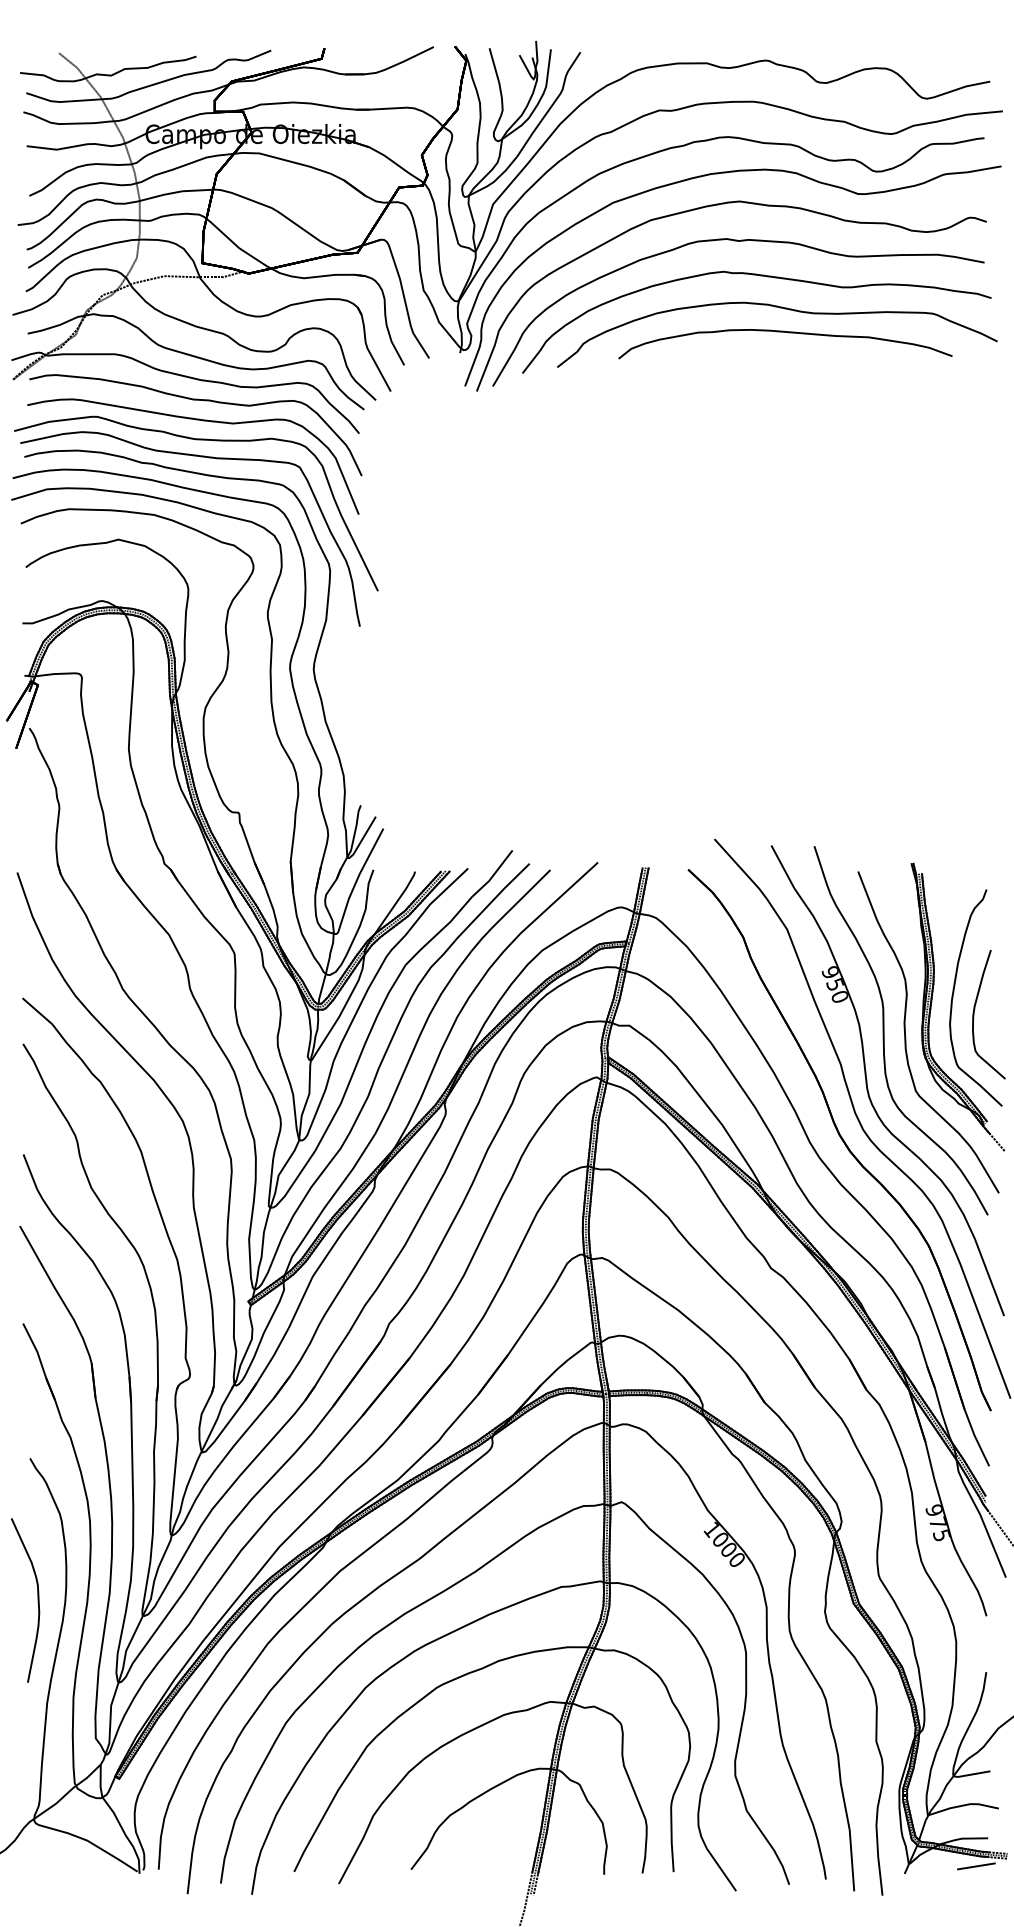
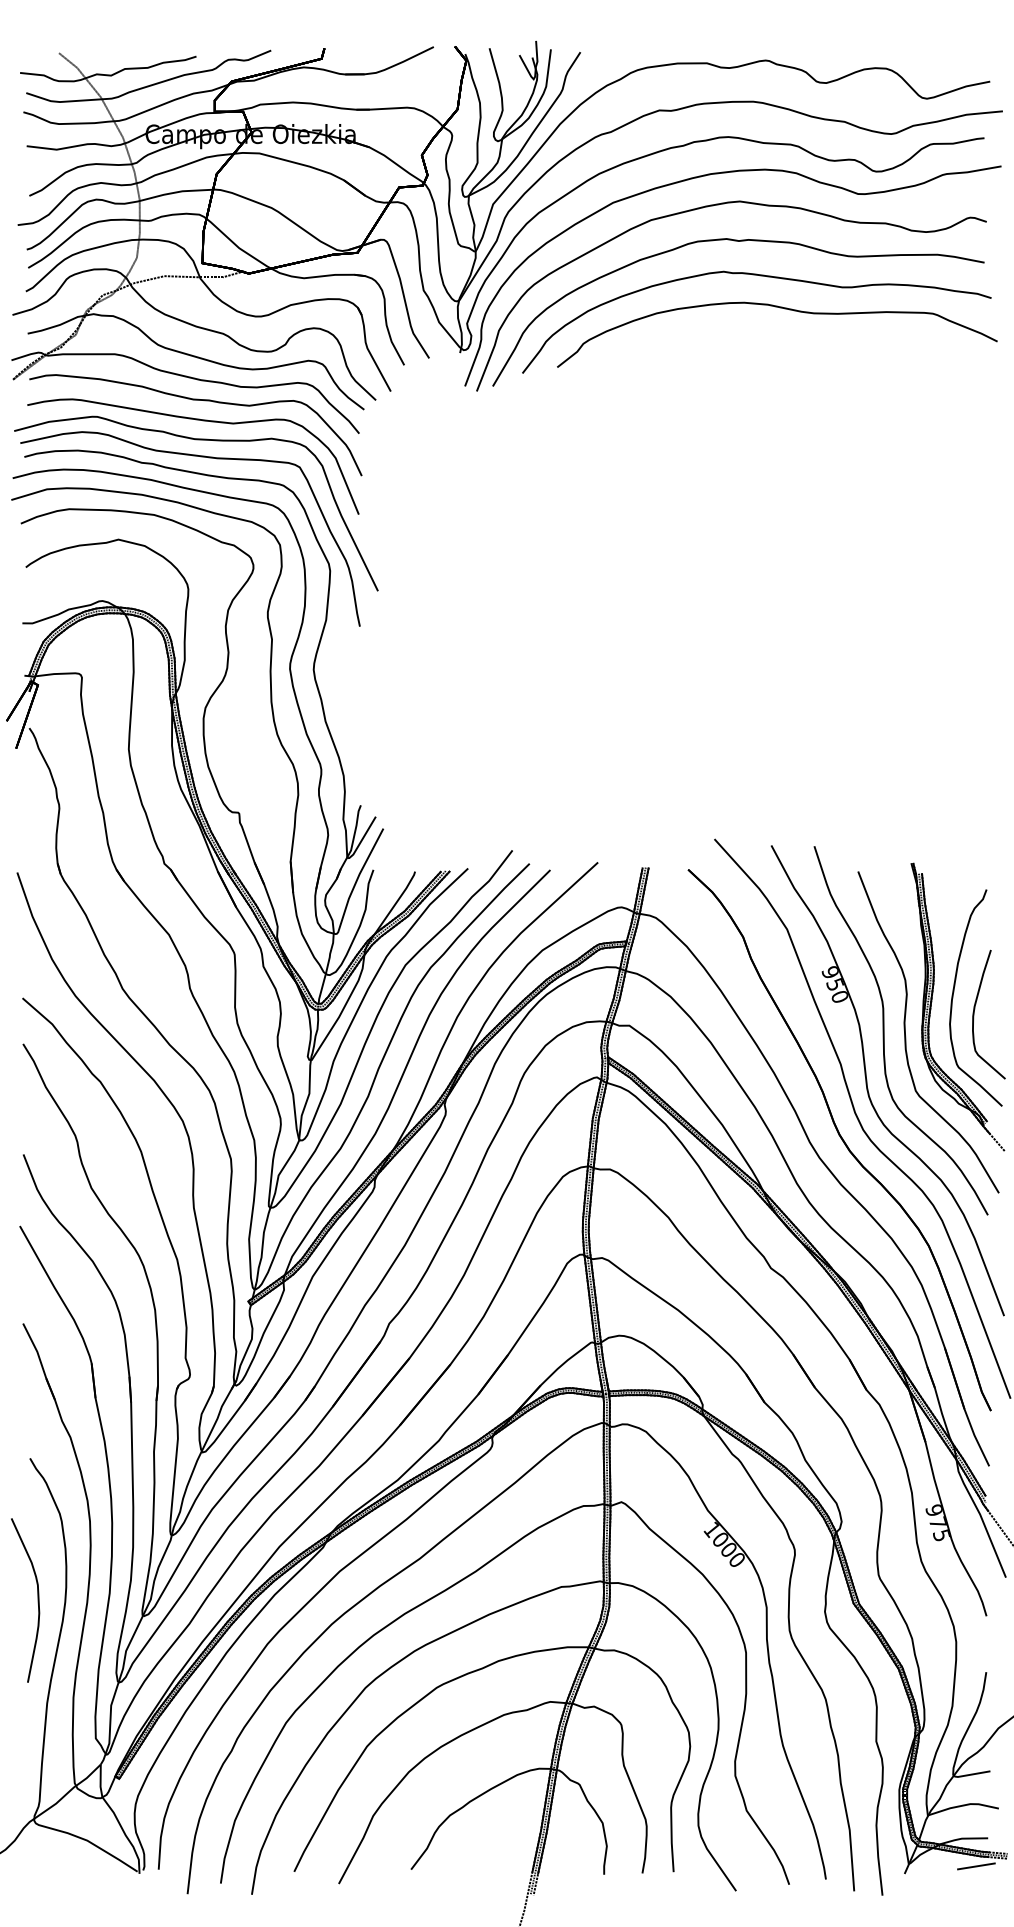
part at (788, 333): present -> none
